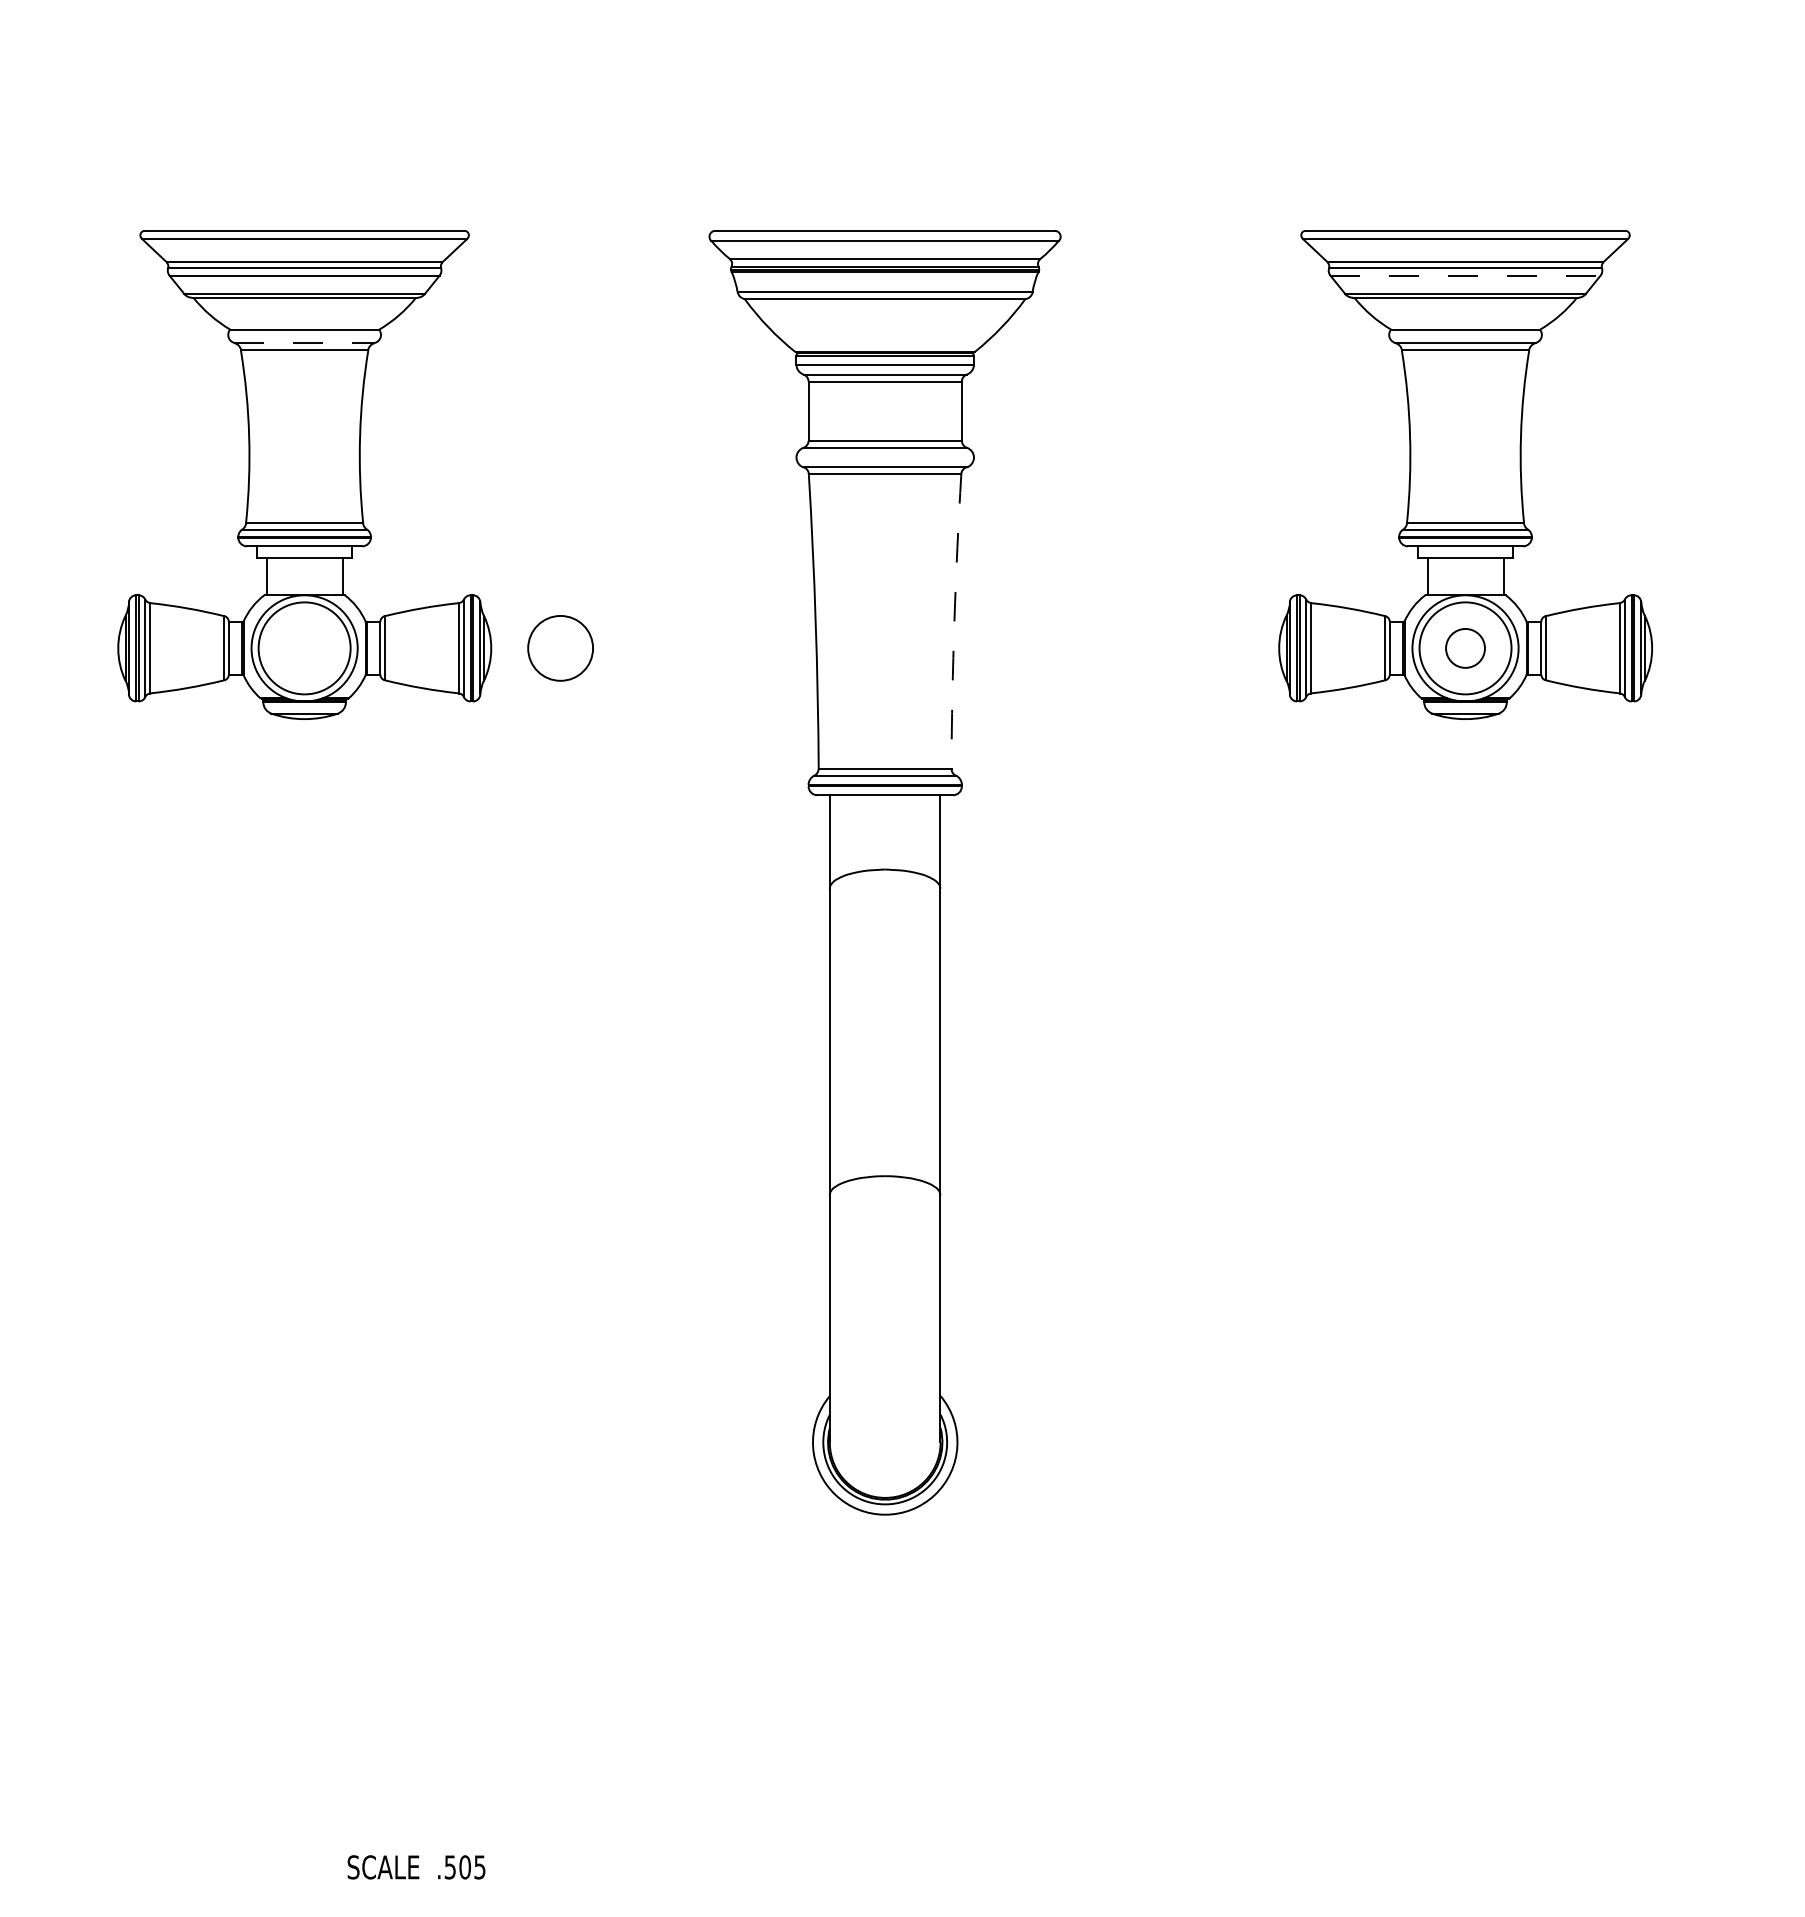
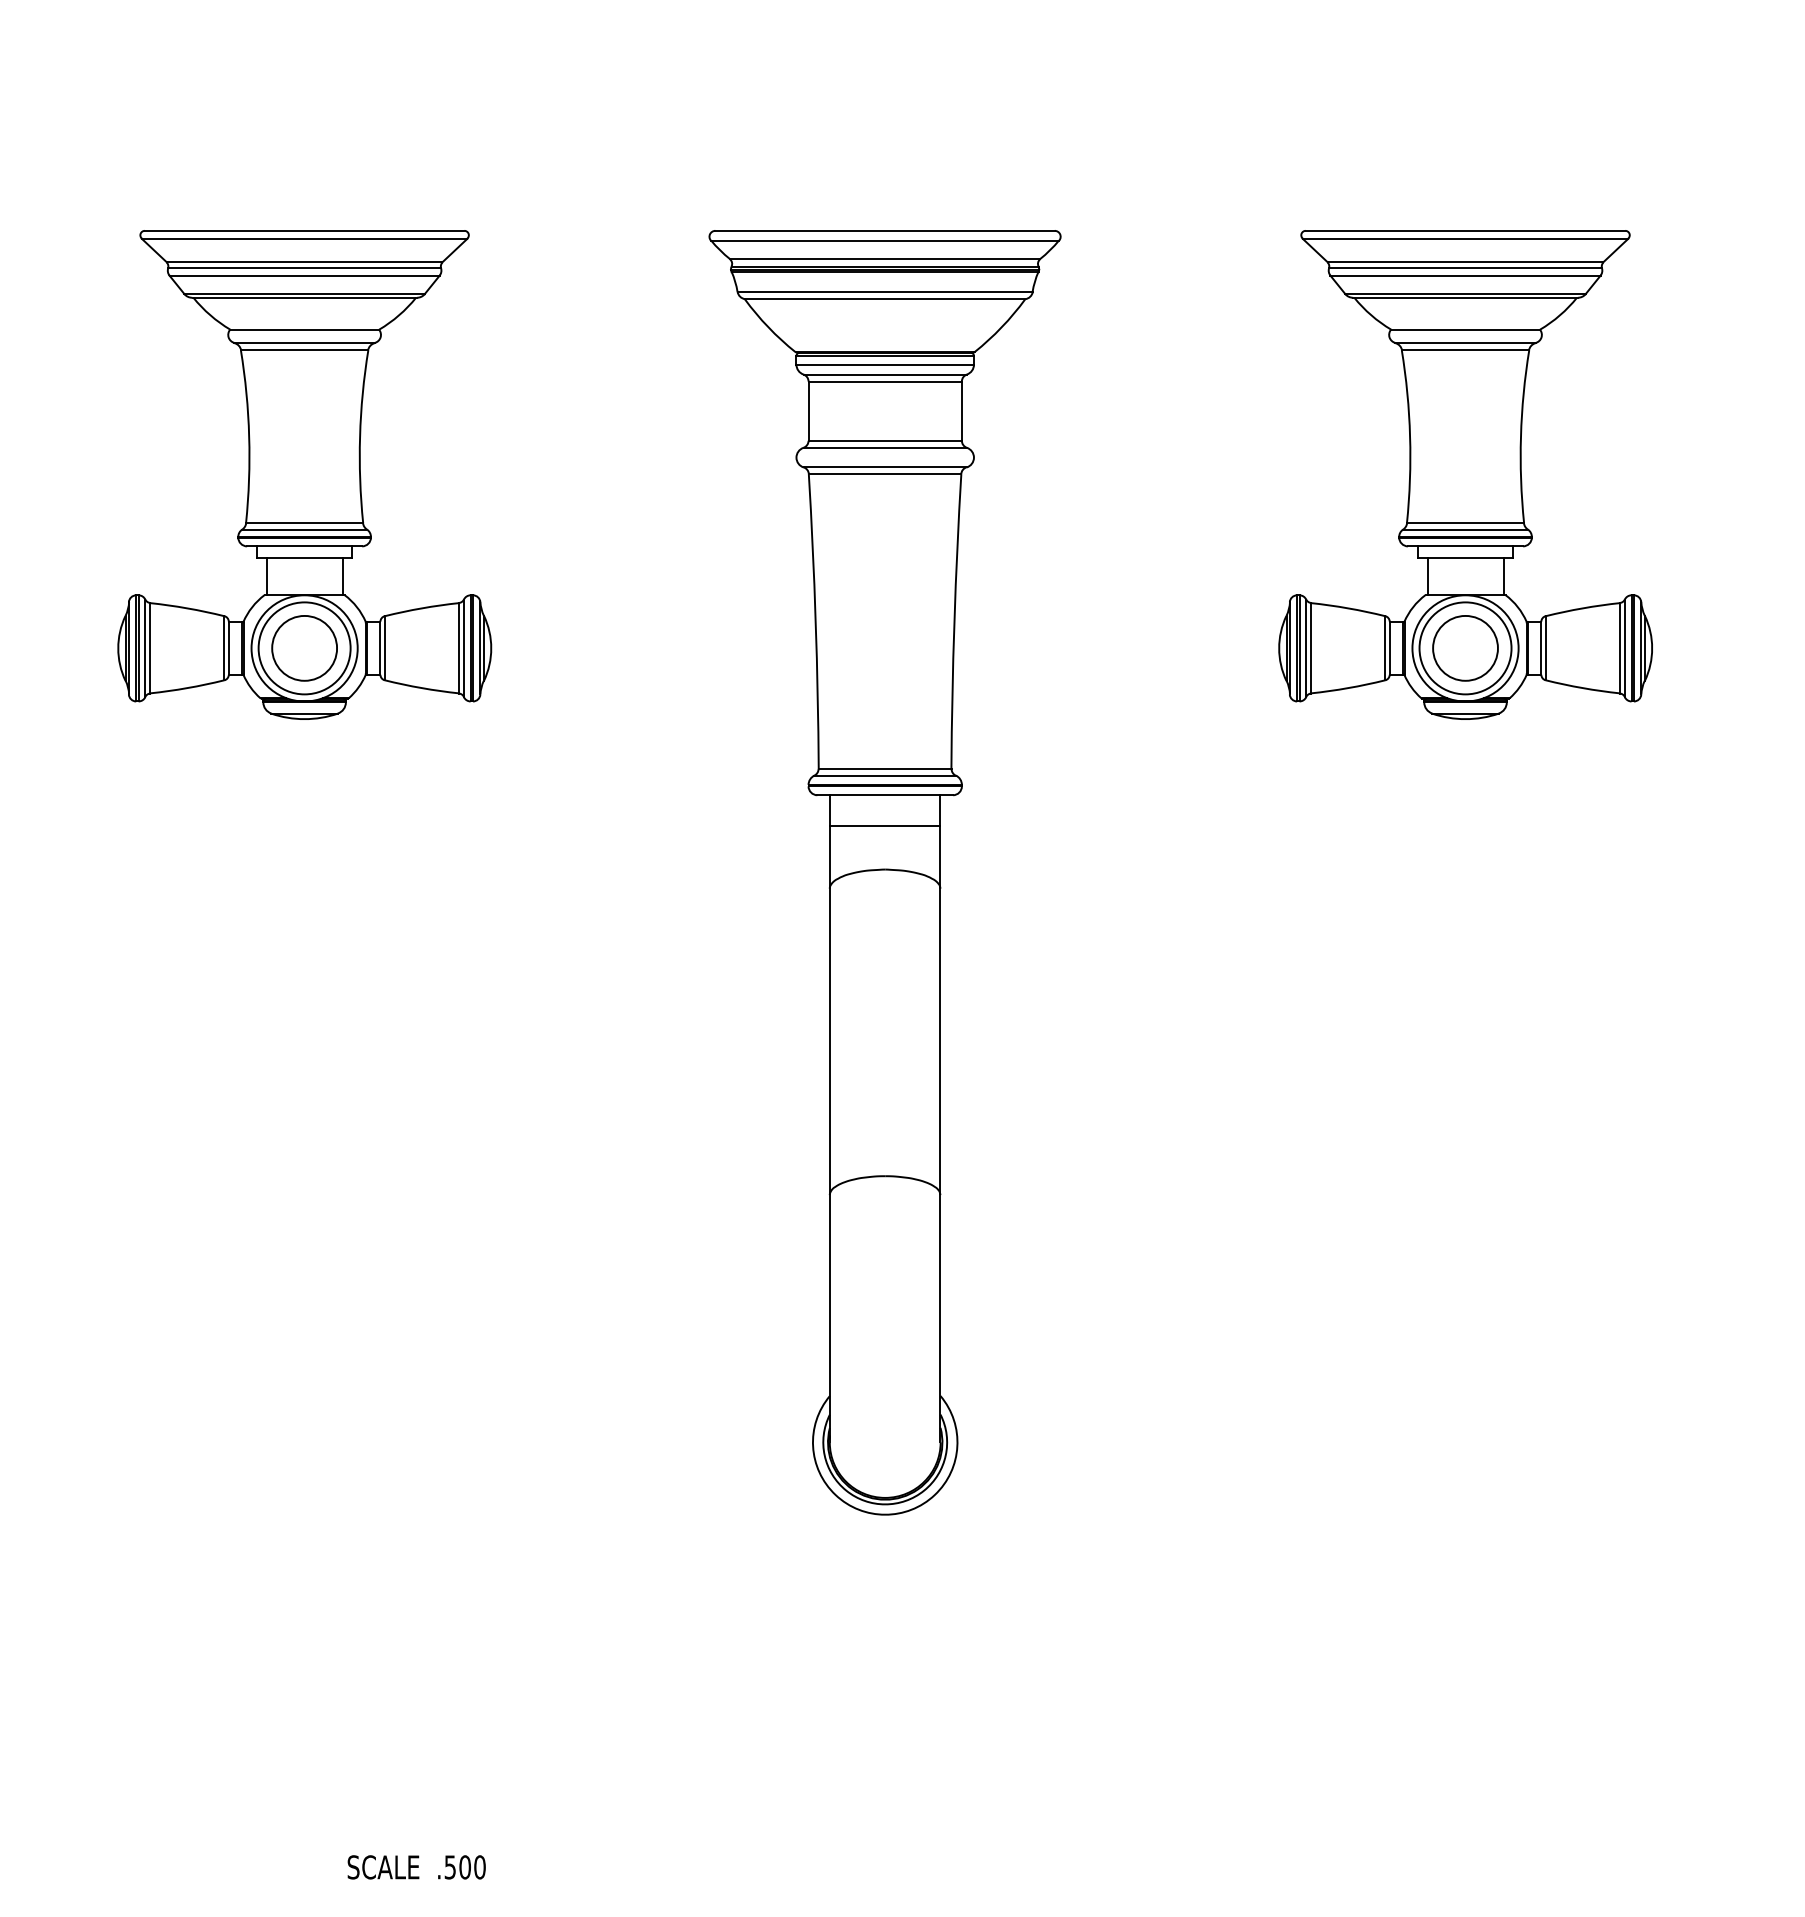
line at (1466, 275): dashed -> solid
line at (305, 342): dashed -> solid
arc at (954, 621): dashed -> solid
circle at (560, 648) position: (560, 648) -> (304, 648)
circle at (1465, 648) size: 41x41 px -> 67x67 px
line at (884, 825): none -> present
text at (479, 1867): .505 -> .500
